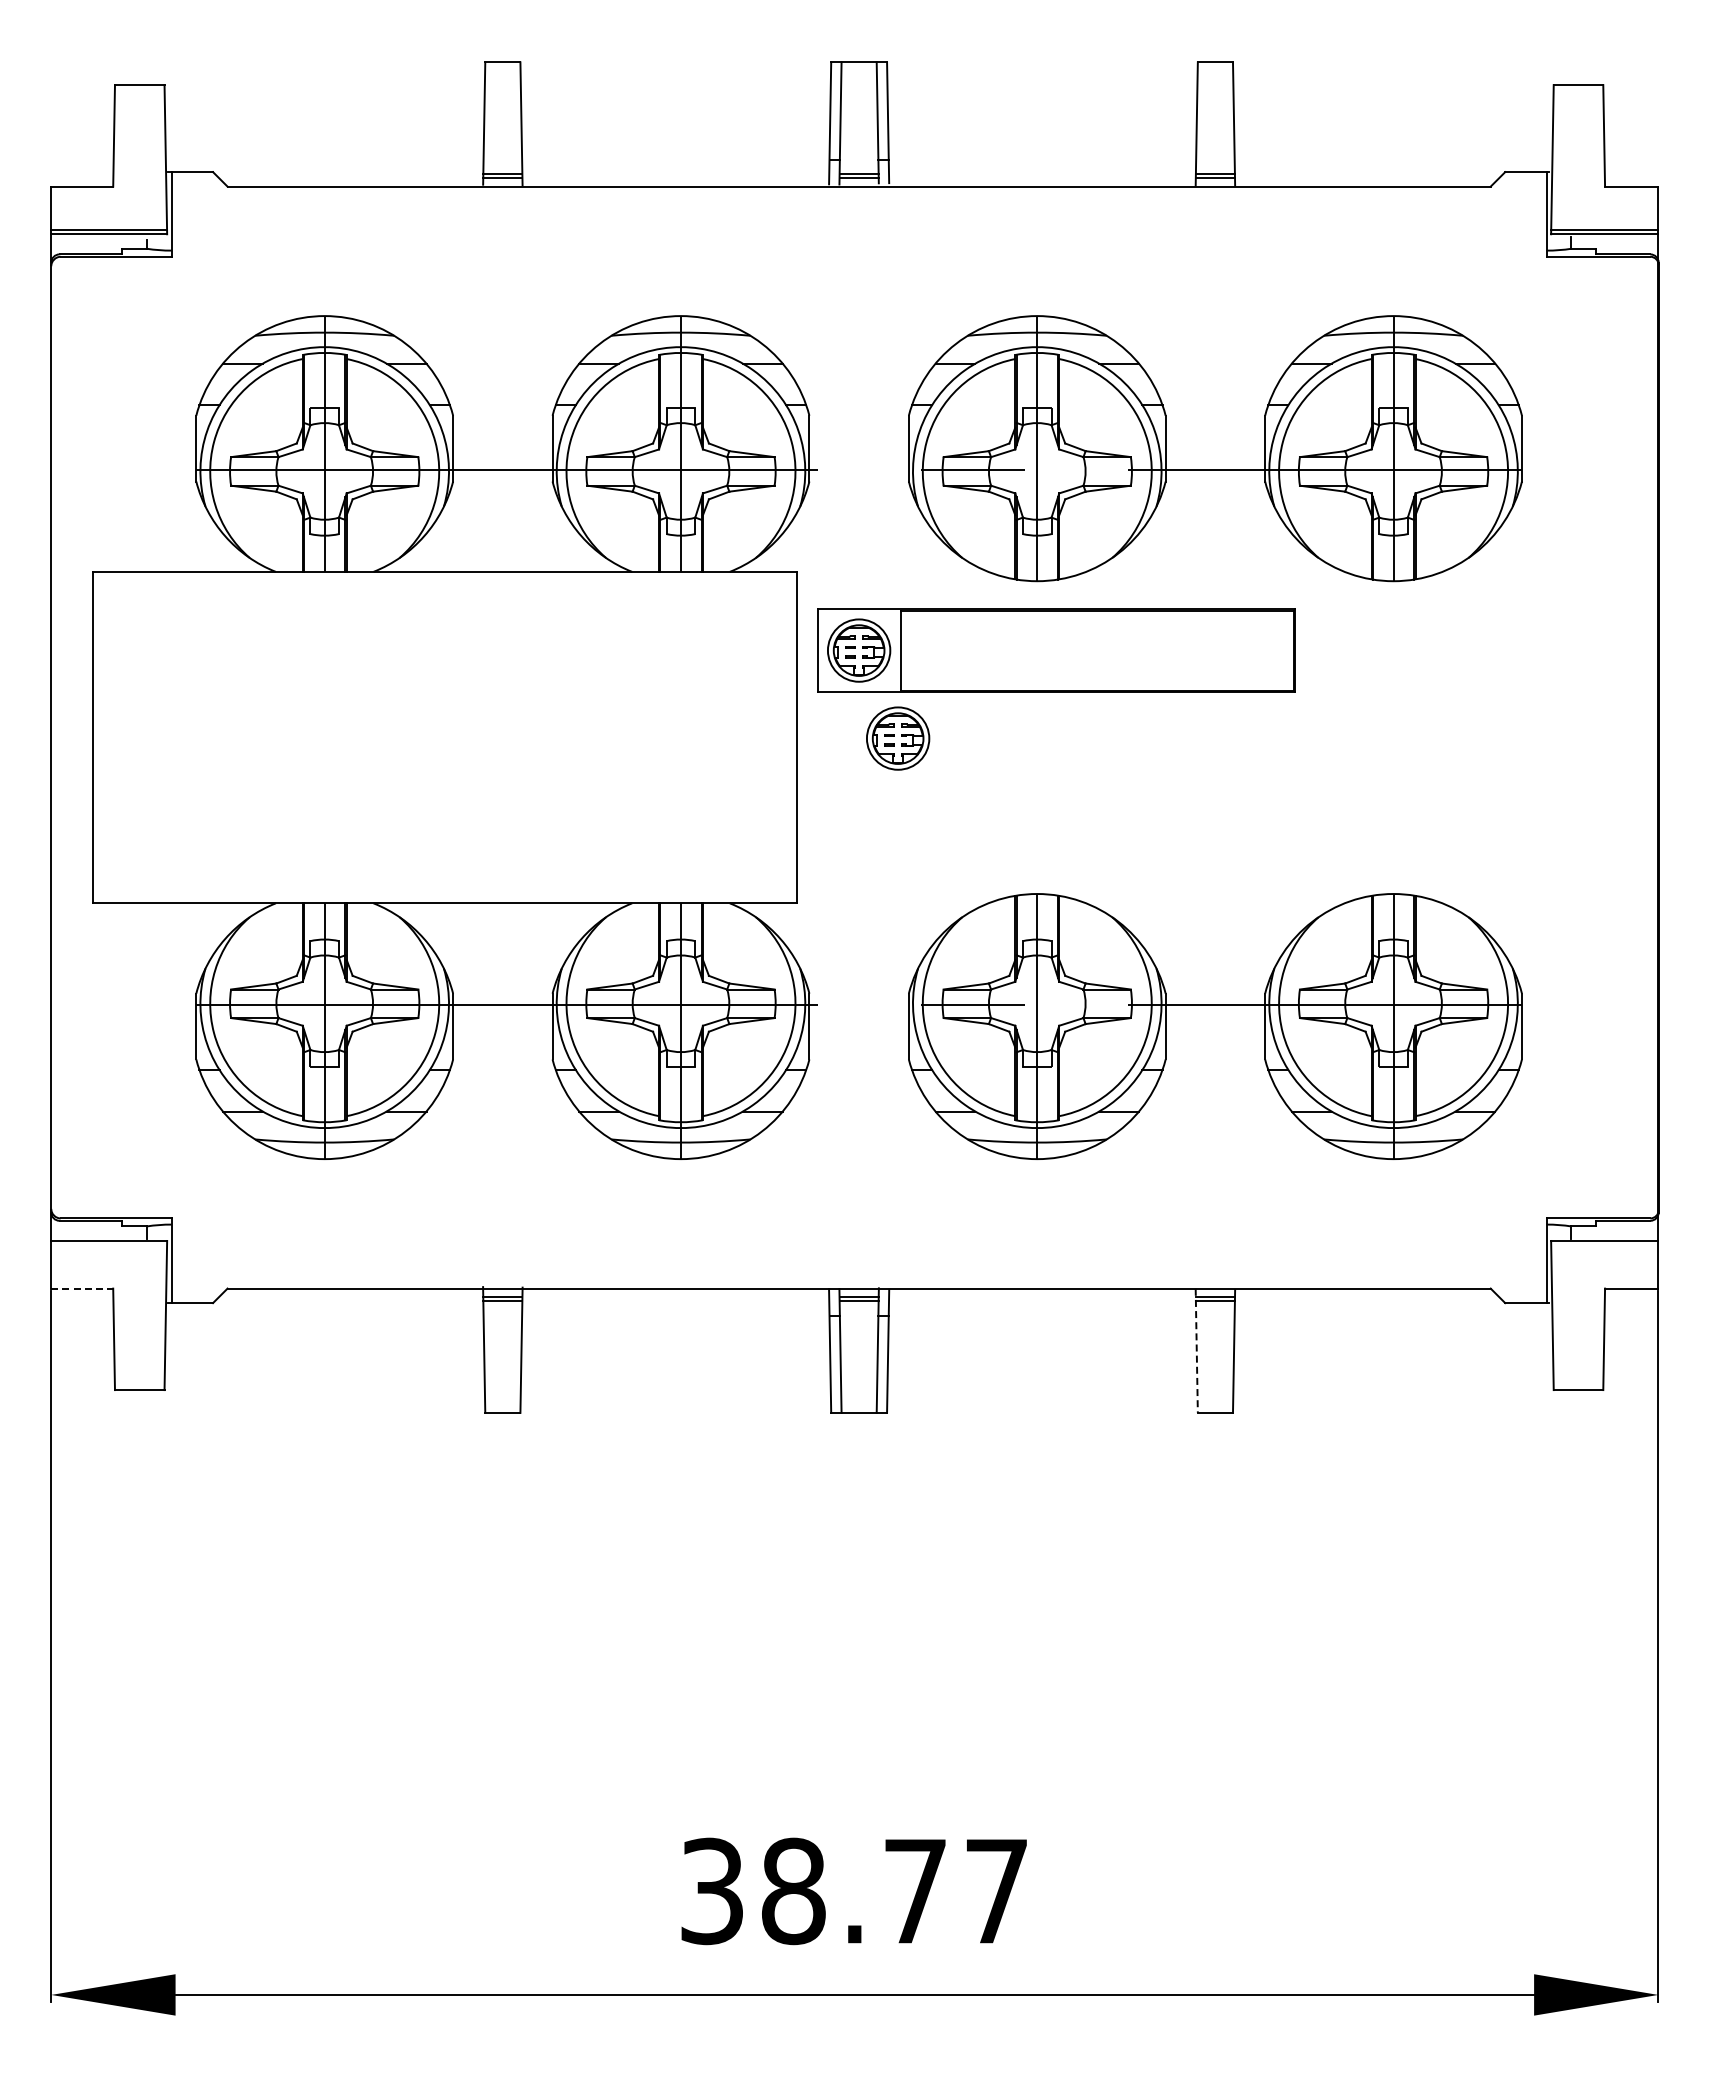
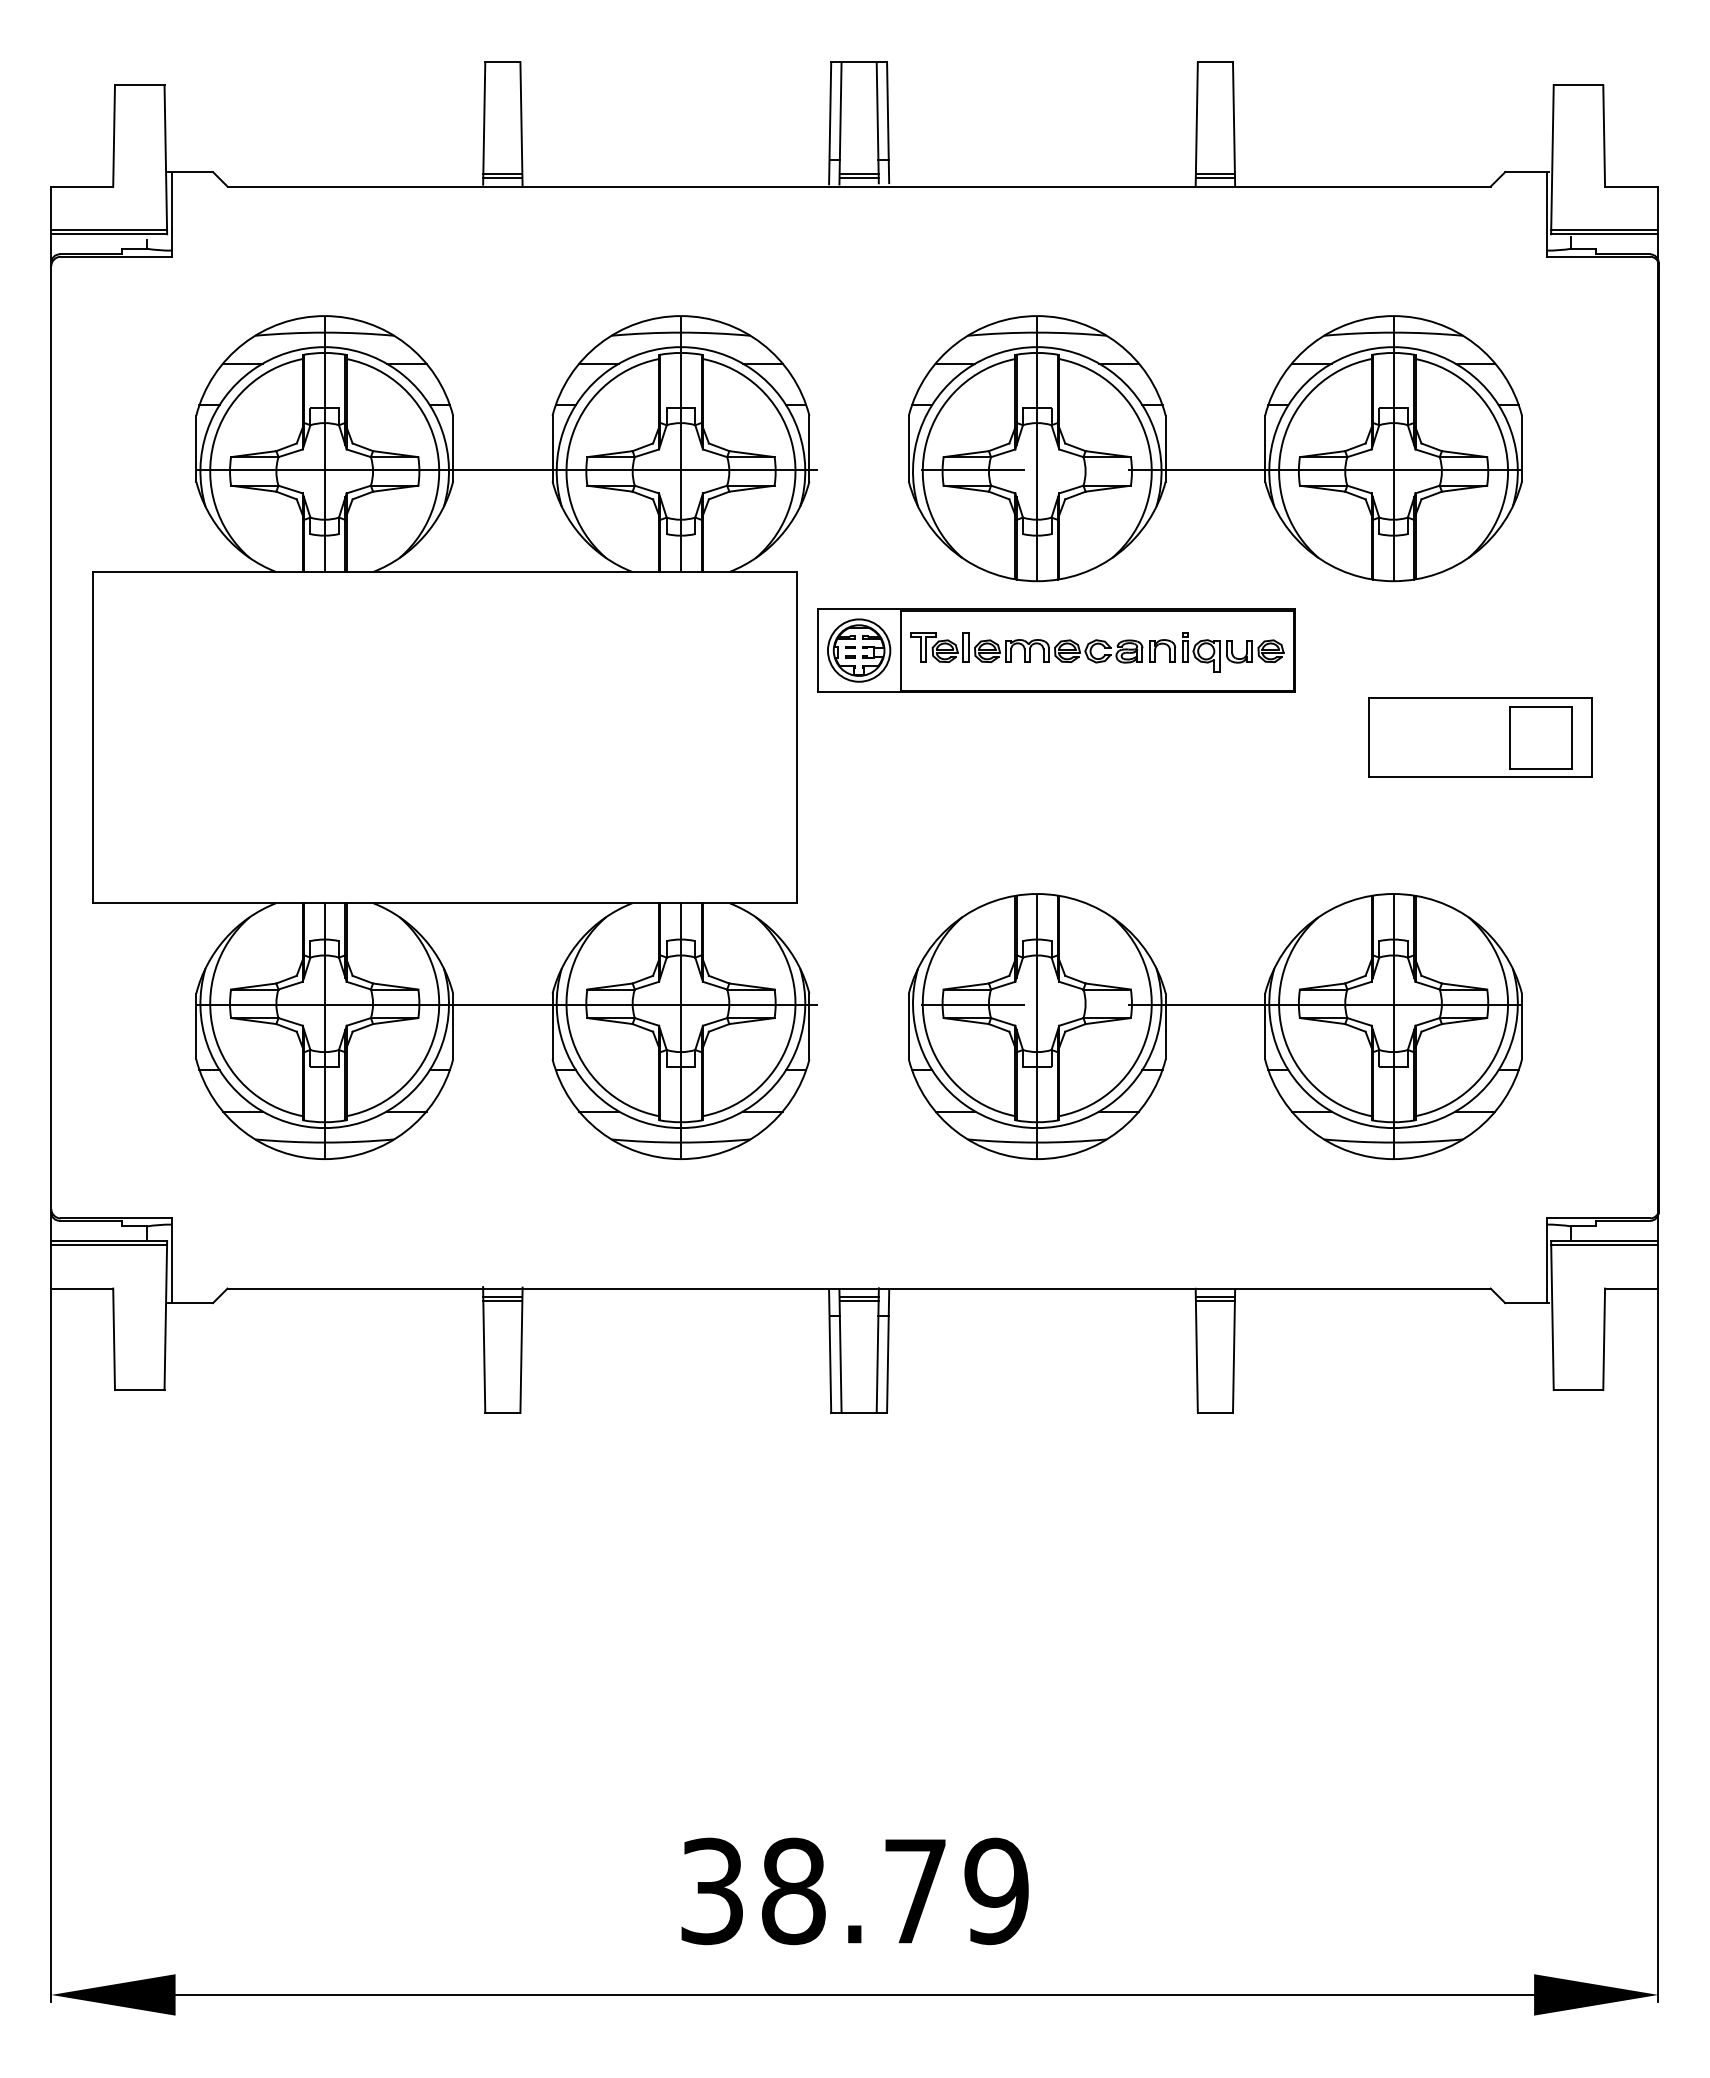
part at (1097, 652): none -> present
part at (1480, 737): none -> present
part at (898, 738): present -> none
line at (109, 1245): none -> present
line at (1604, 1245): none -> present
line at (82, 1288): dashed -> solid
line at (1196, 1351): dashed -> solid
text at (996, 1891): 38.77 -> 38.79
